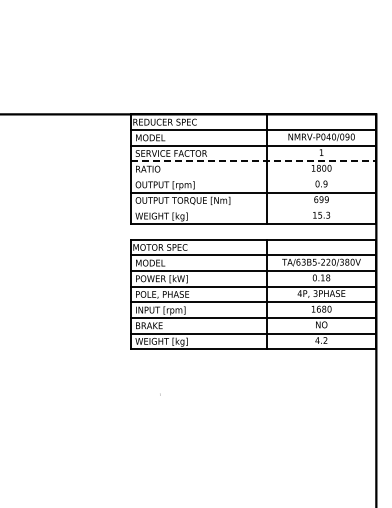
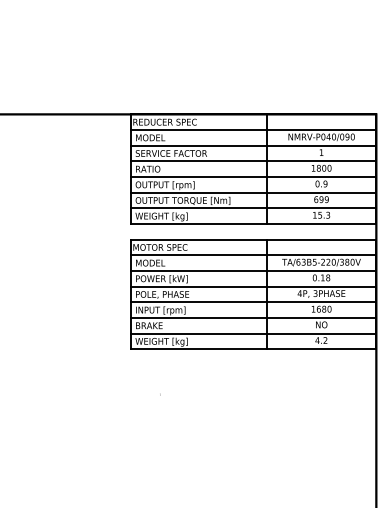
line at (253, 161): dashed -> solid
line at (253, 177): none -> present
line at (253, 208): none -> present
